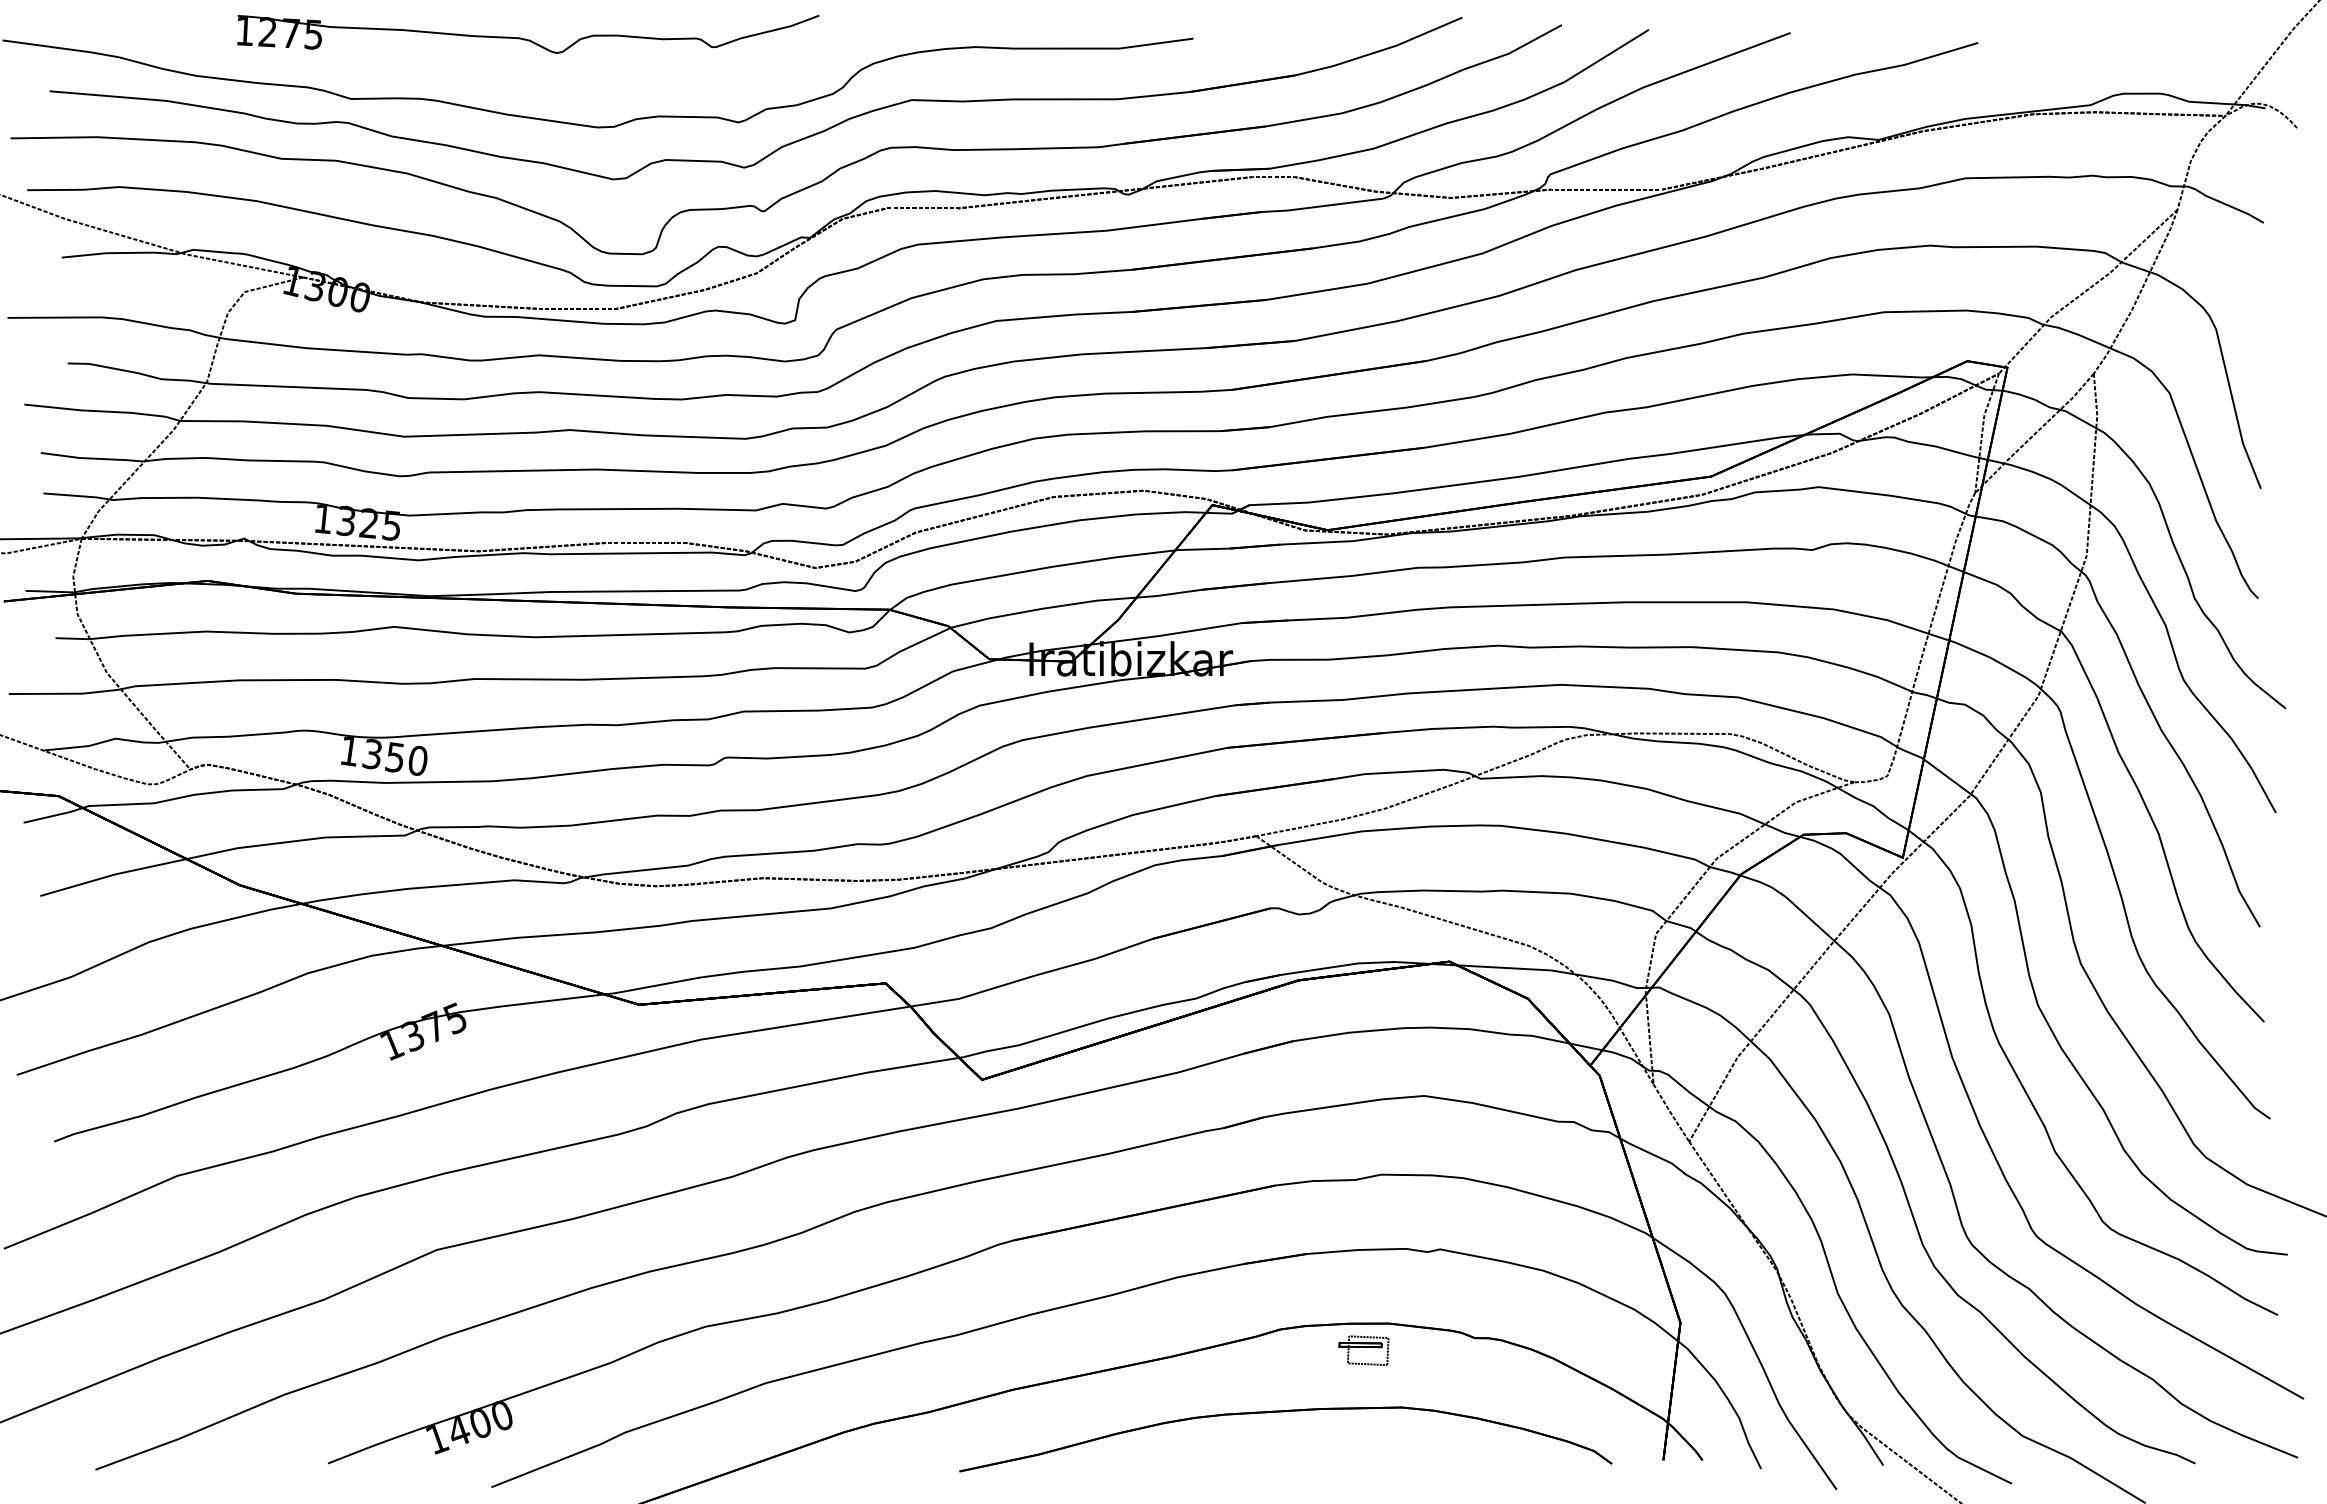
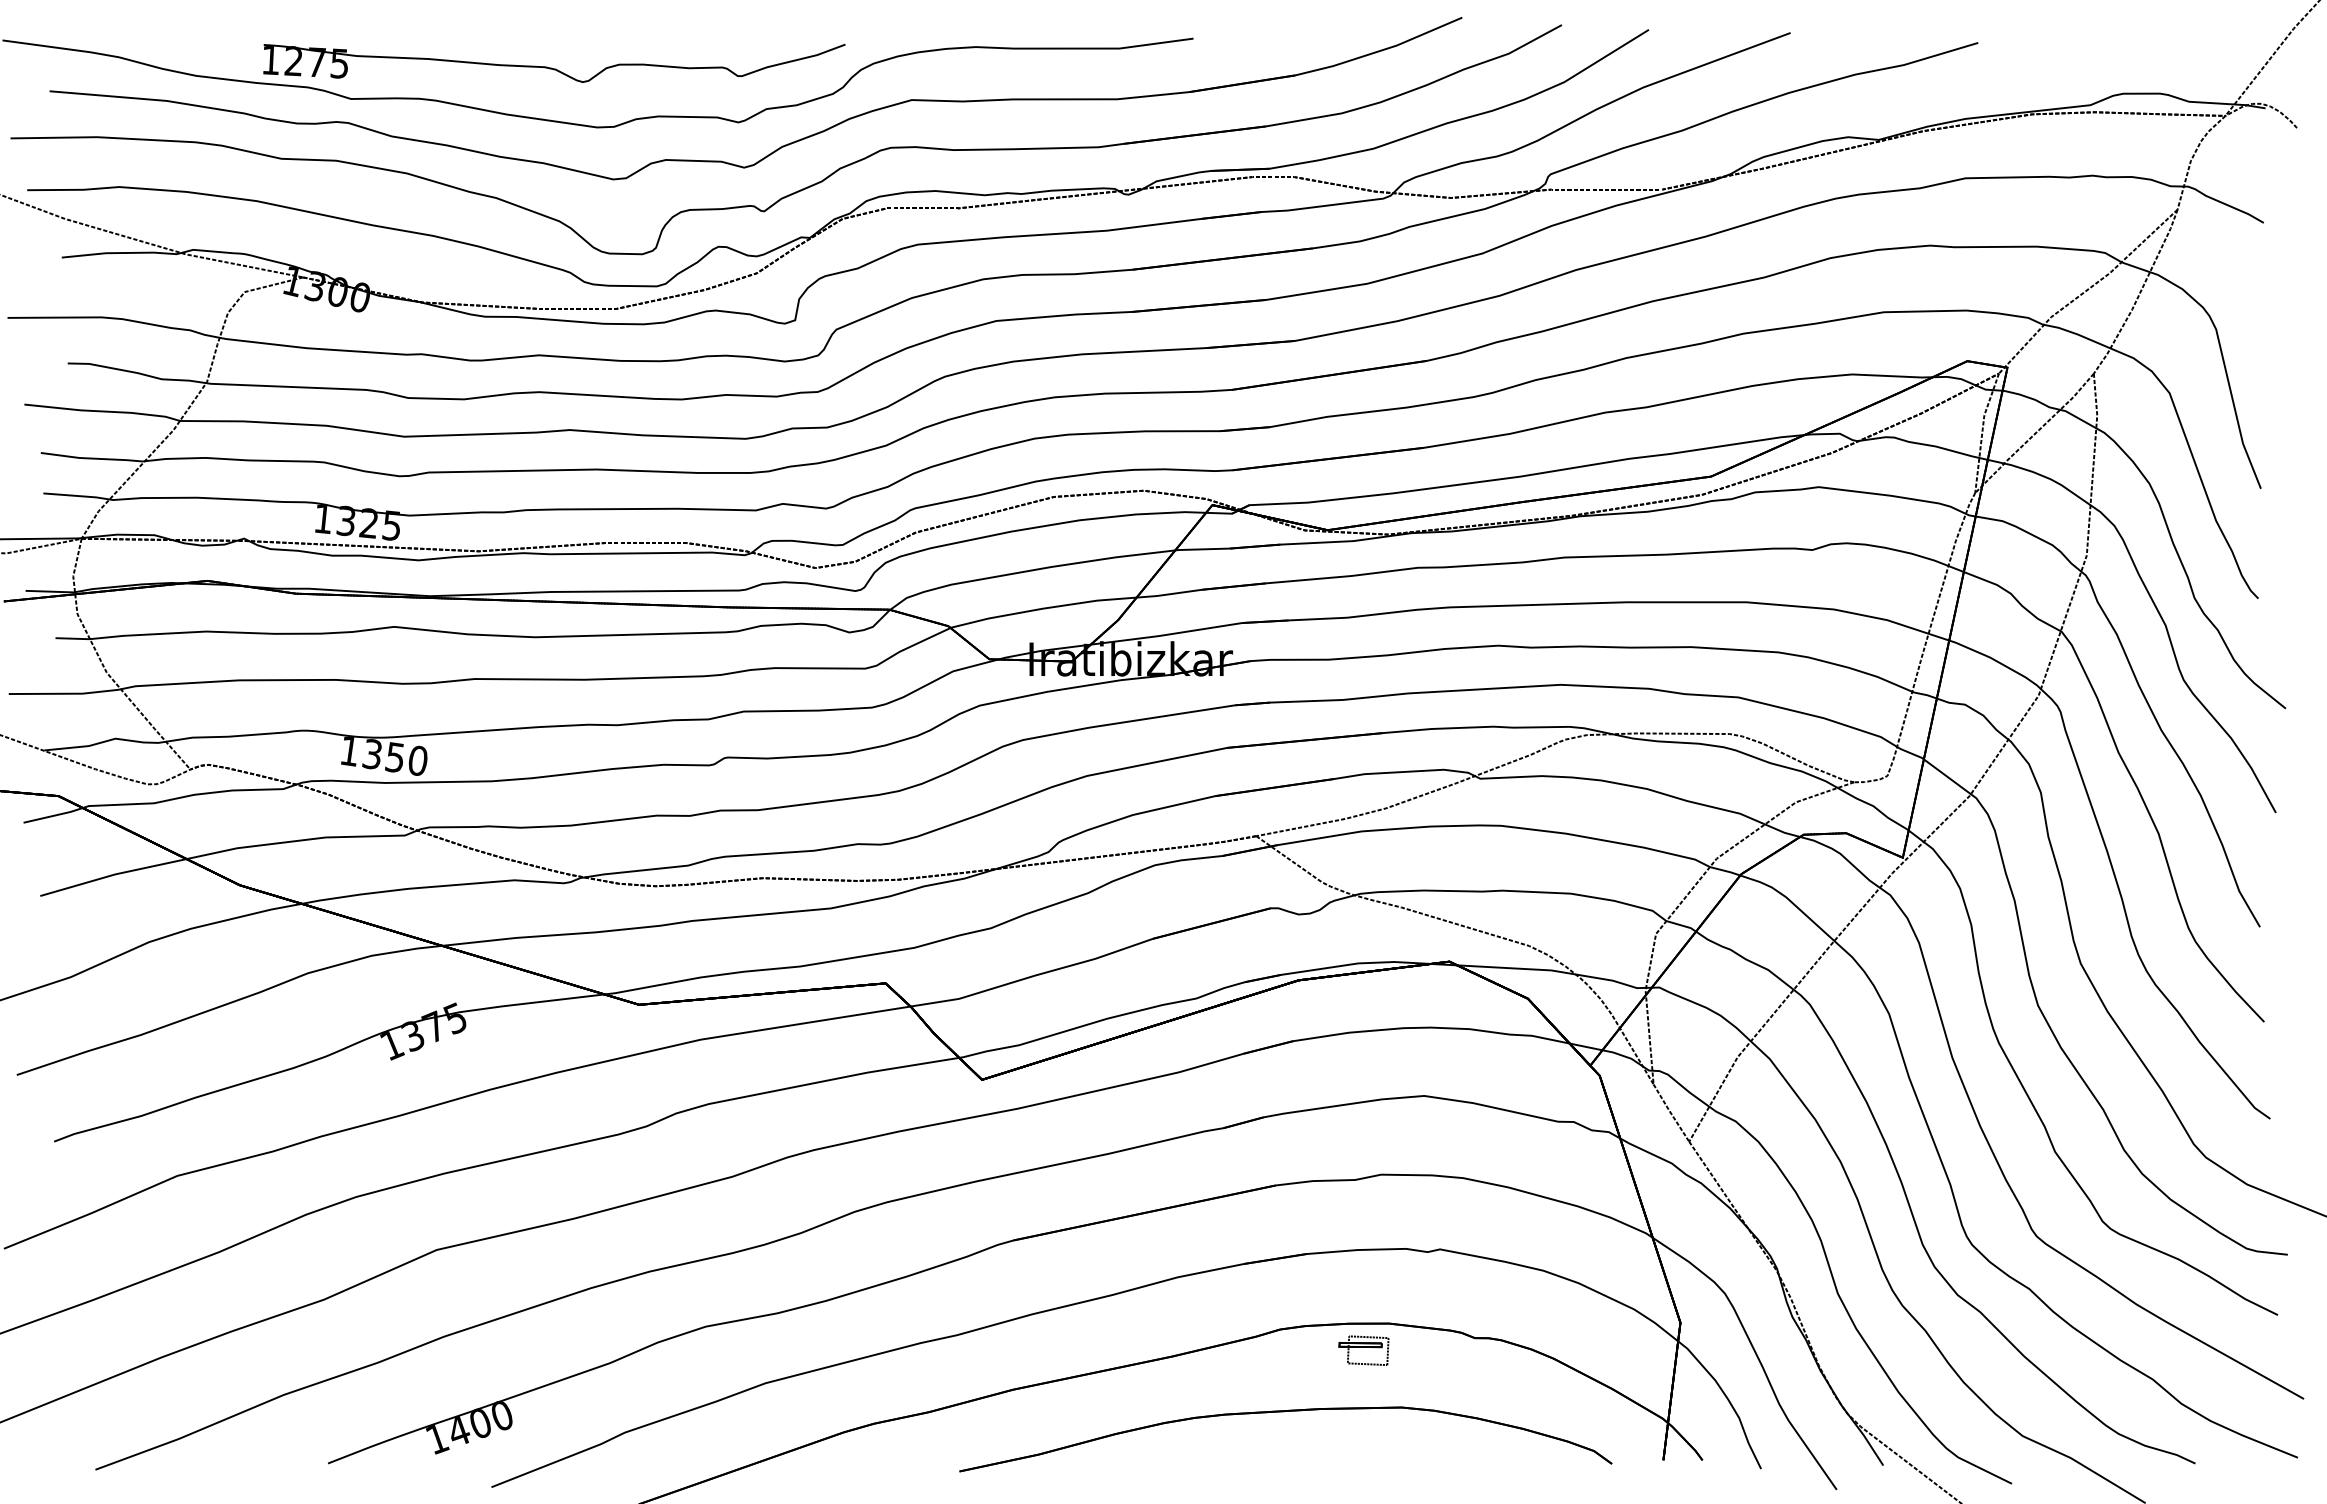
part at (528, 33) position: (528, 33) -> (554, 62)
